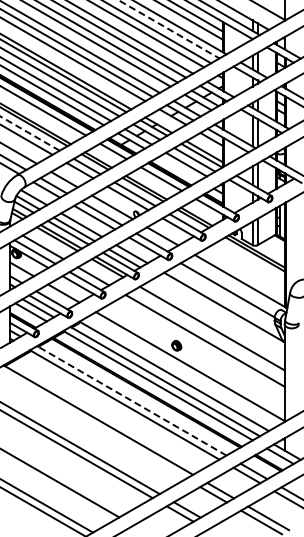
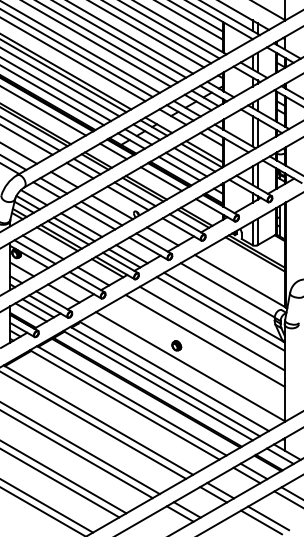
line at (169, 29): dashed -> solid
line at (30, 133): dashed -> solid
line at (178, 168): none -> present
line at (220, 313): none -> present
line at (131, 400): dashed -> solid
line at (94, 425): none -> present
line at (64, 477): none -> present
